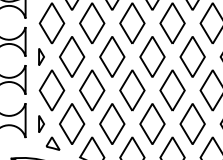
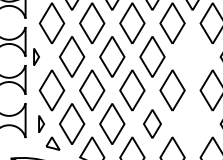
part at (41, 56) position: (41, 56) -> (36, 56)
part at (192, 56): present -> none
part at (152, 123) size: 27x42 px -> 19x30 px
part at (192, 123): present -> none
